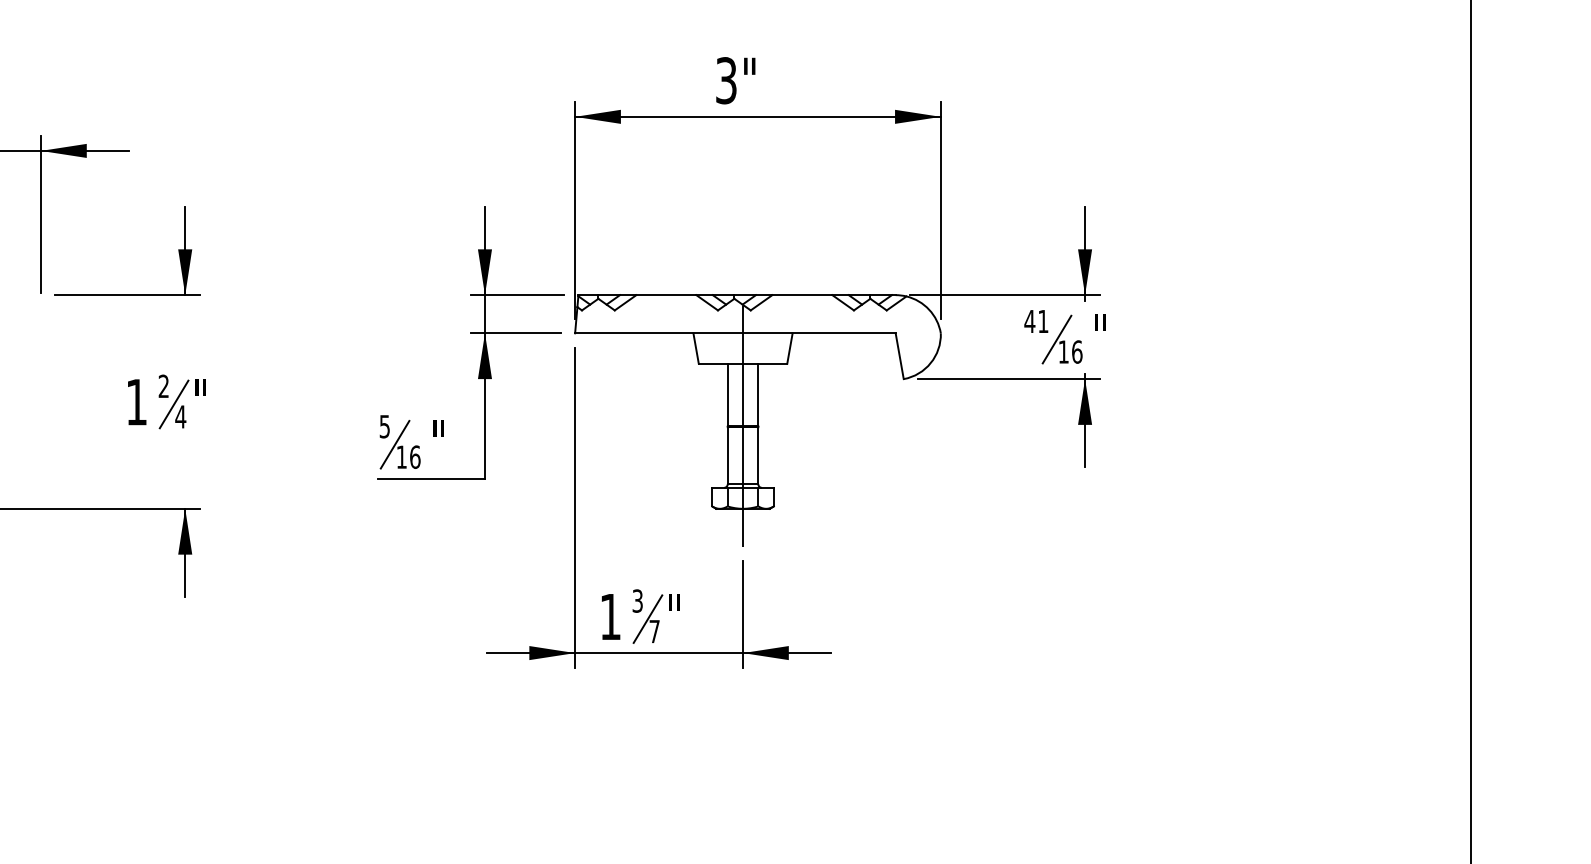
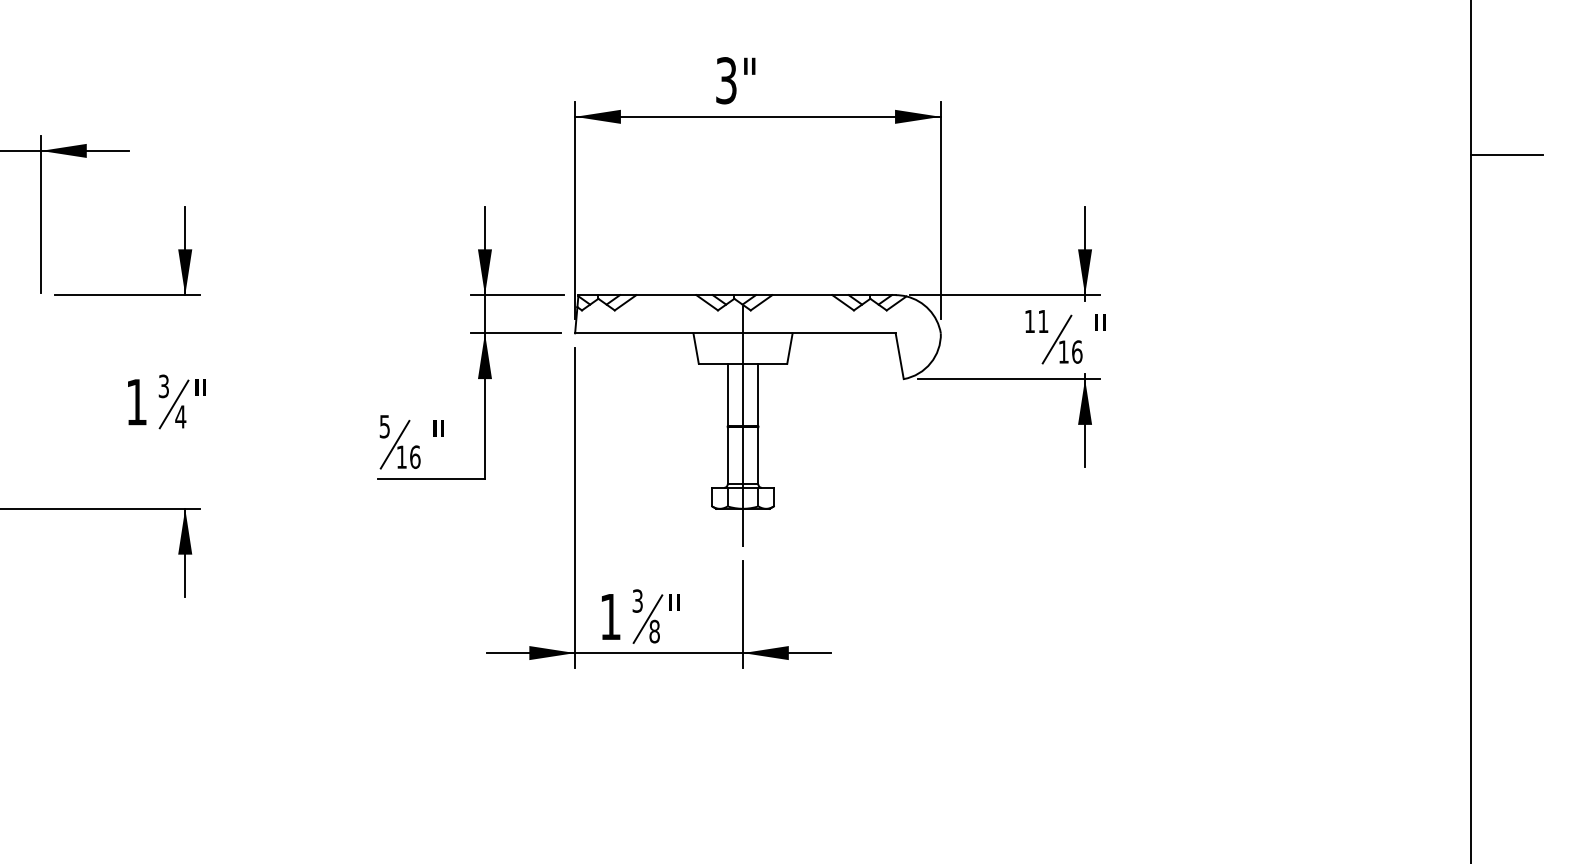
line at (1507, 154): none -> present
text at (1029, 321): 41 -> 11
text at (163, 386): 2 -> 3
text at (654, 631): 7 -> 8
